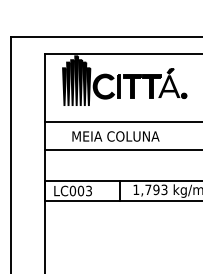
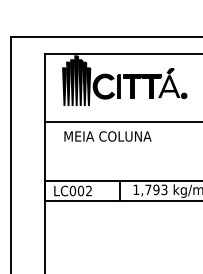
text at (115, 136) position: (115, 136) -> (107, 136)
line at (122, 149): present -> none
text at (88, 191): LC003 -> LC002
